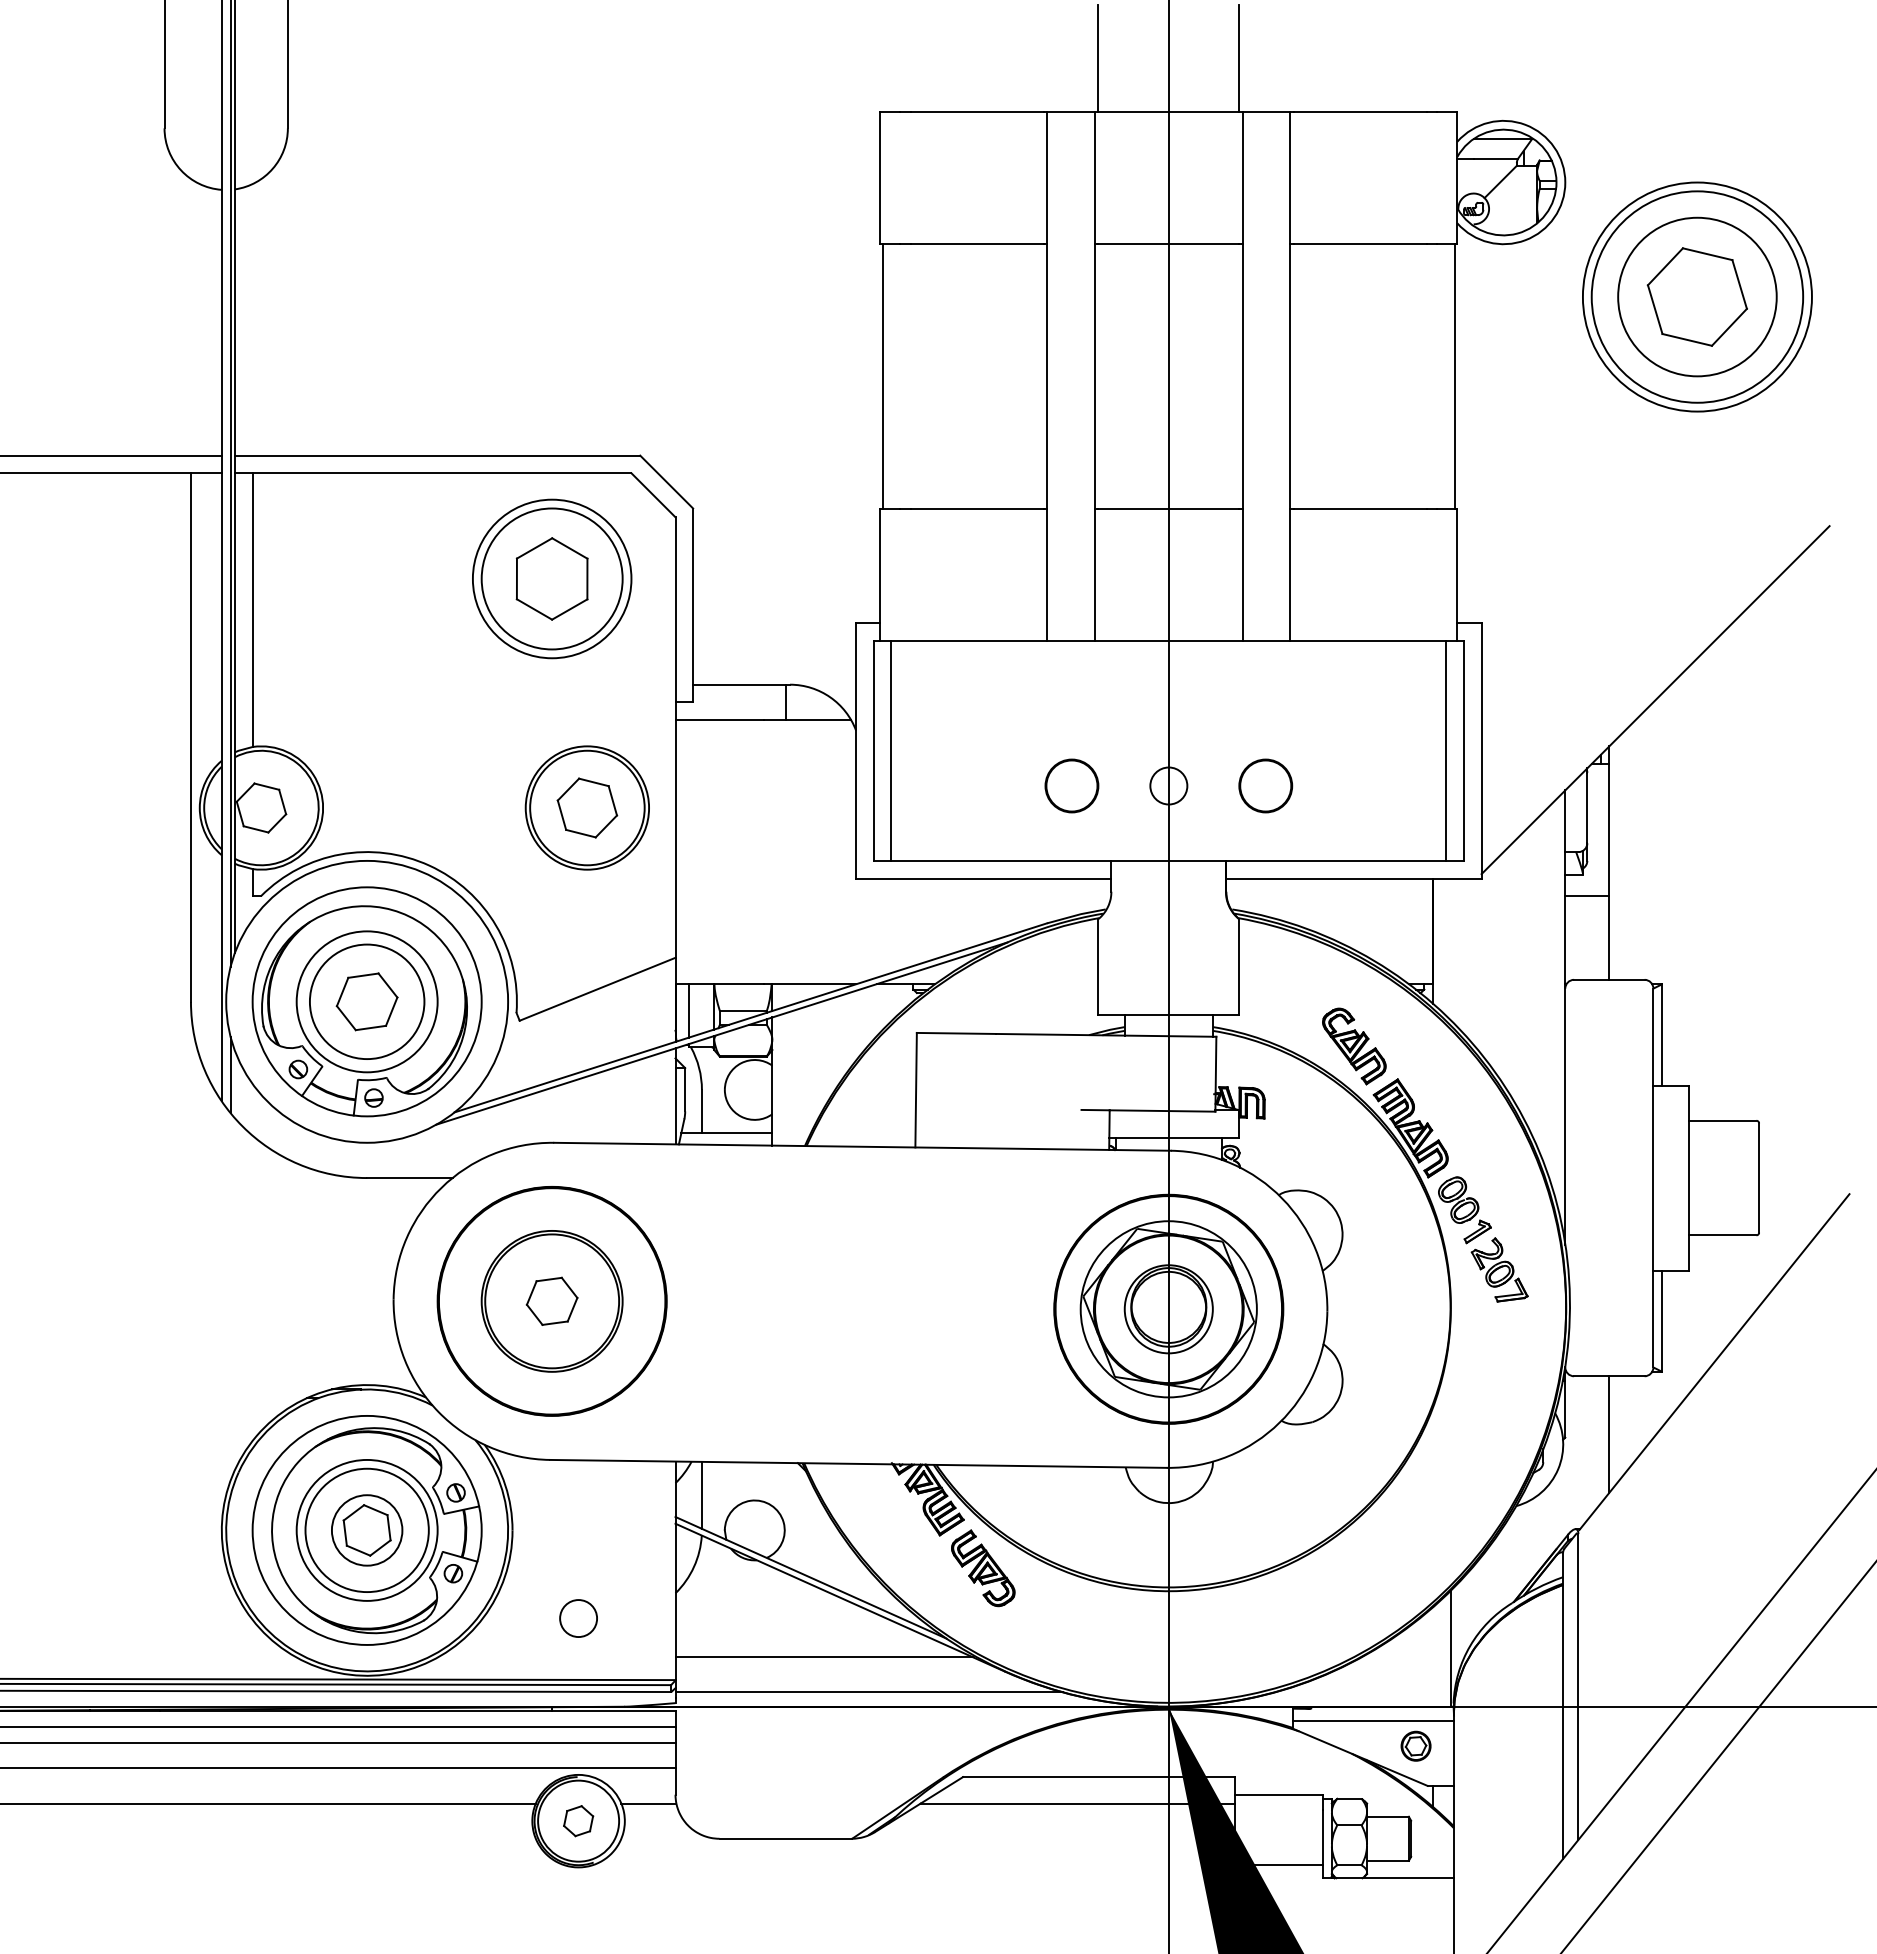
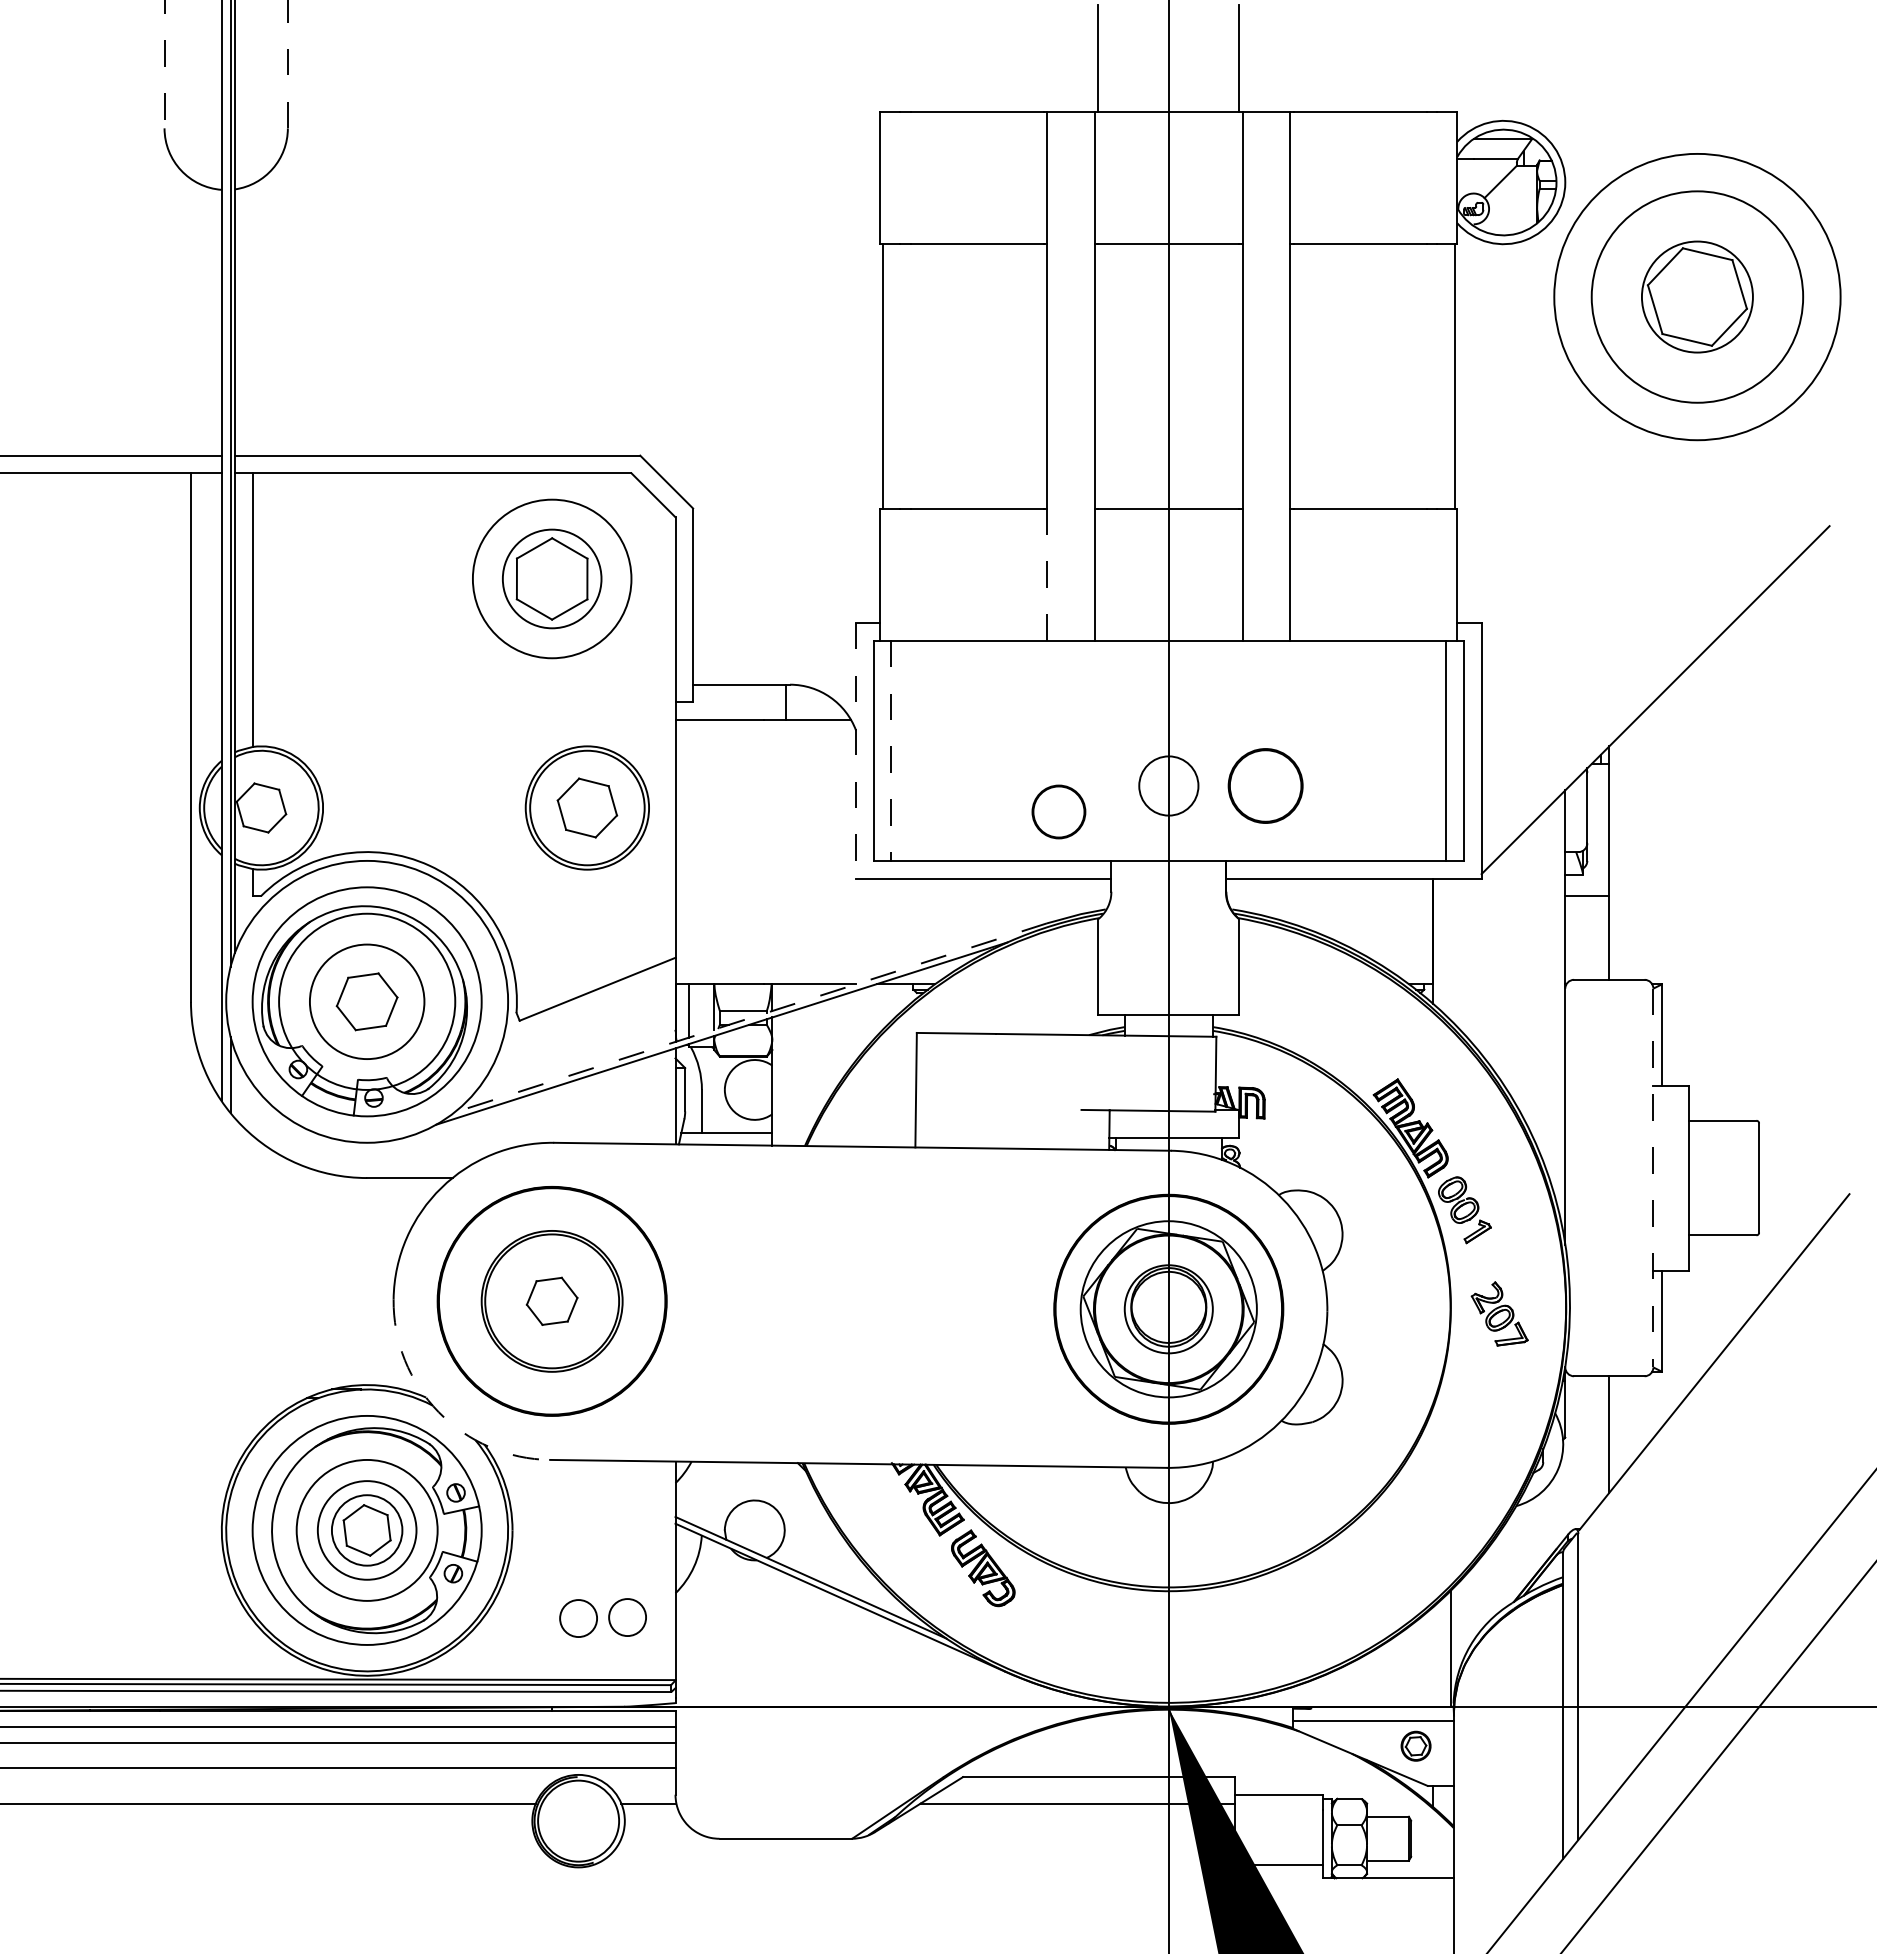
line at (164, 64): solid -> dashed
line at (287, 64): solid -> dashed
circle at (1696, 296) diameter: 229 px -> 286 px
circle at (1697, 296) diameter: 159 px -> 111 px
line at (1047, 575): solid -> dashed
circle at (551, 578) diameter: 141 px -> 99 px
line at (856, 750): solid -> dashed
line at (891, 751): solid -> dashed
part at (1071, 785) position: (1071, 785) -> (1058, 811)
circle at (1168, 785) diameter: 37 px -> 59 px
part at (1265, 785) size: 56x56 px -> 77x76 px
circle at (366, 1001) diameter: 141 px -> 176 px
line at (750, 1017): solid -> dashed
part at (1354, 1046): present -> none
line at (1653, 1178): solid -> dashed
part at (1499, 1269) position: (1499, 1269) -> (1499, 1313)
arc at (438, 1412): solid -> dashed
line at (701, 1494): present -> none
circle at (366, 1530) diameter: 123 px -> 99 px
circle at (627, 1617): none -> present
line at (823, 1657): present -> none
line at (868, 1692): present -> none
part at (578, 1821): present -> none
